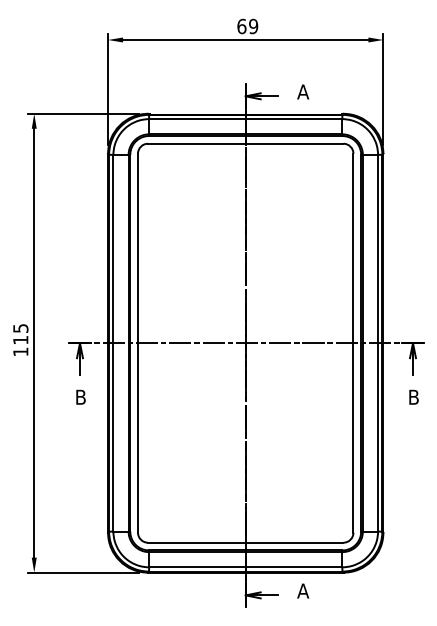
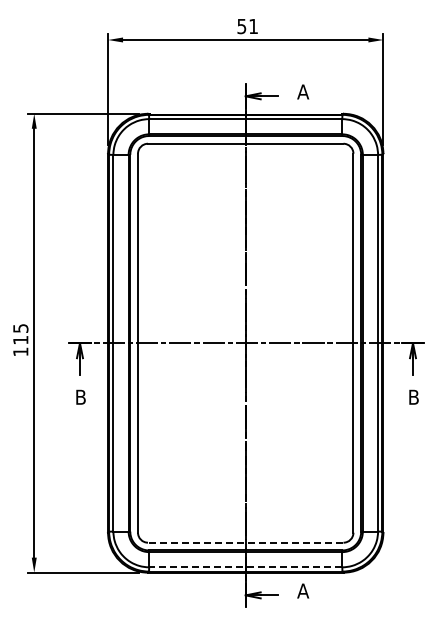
text at (247, 26): 69 -> 51
line at (245, 542): solid -> dashed
line at (245, 567): solid -> dashed
